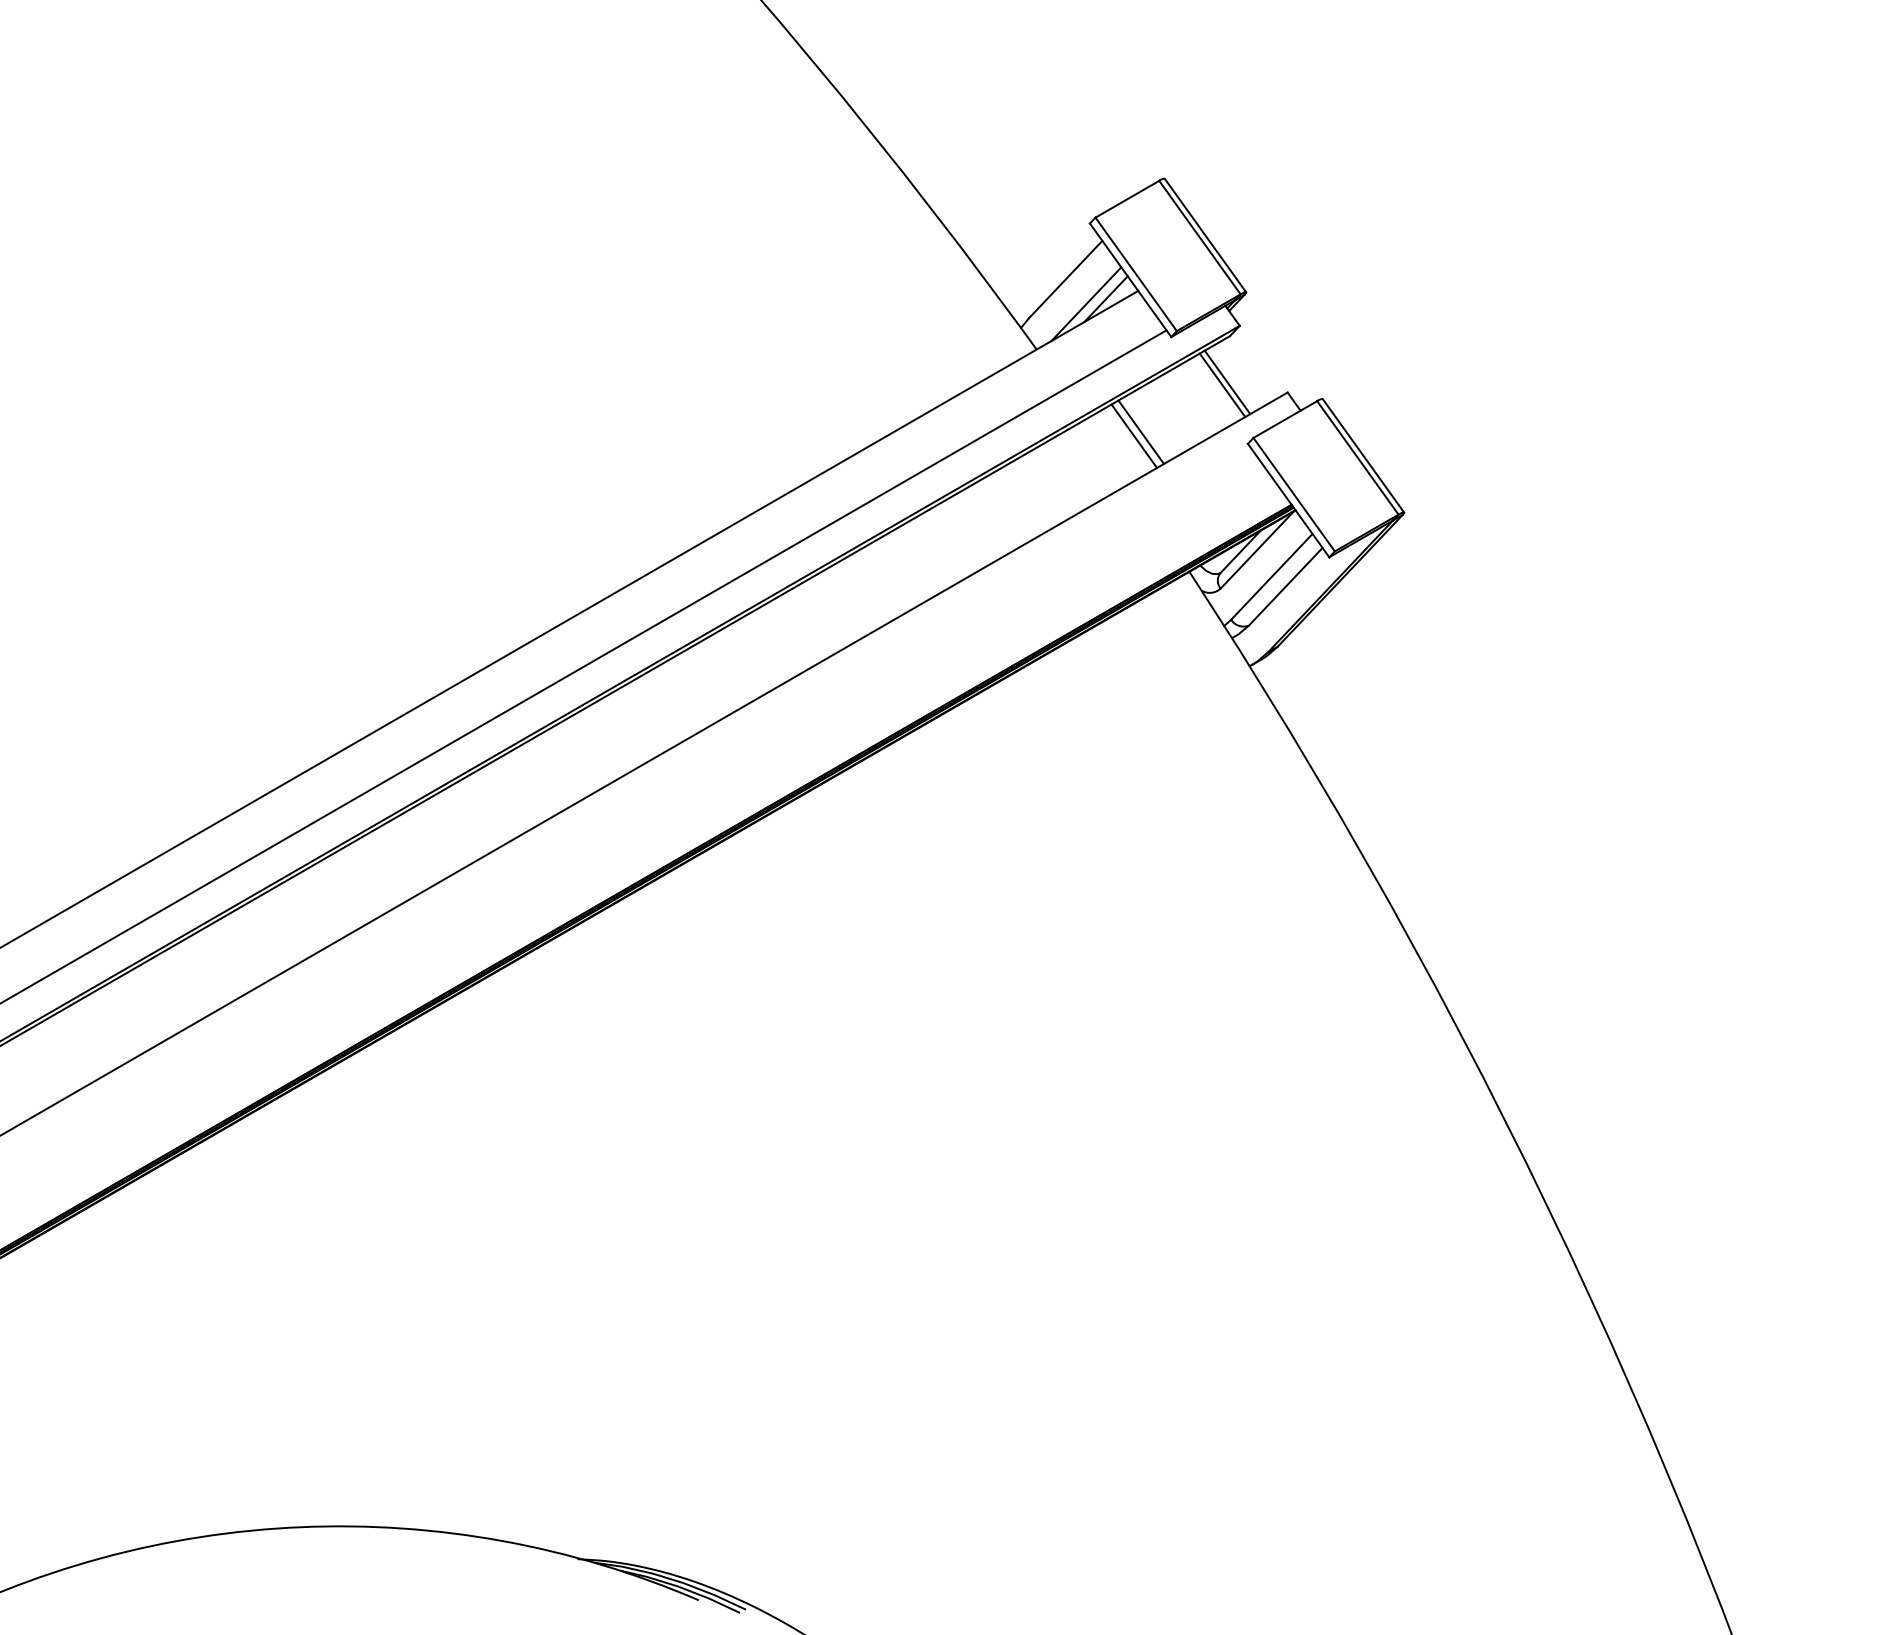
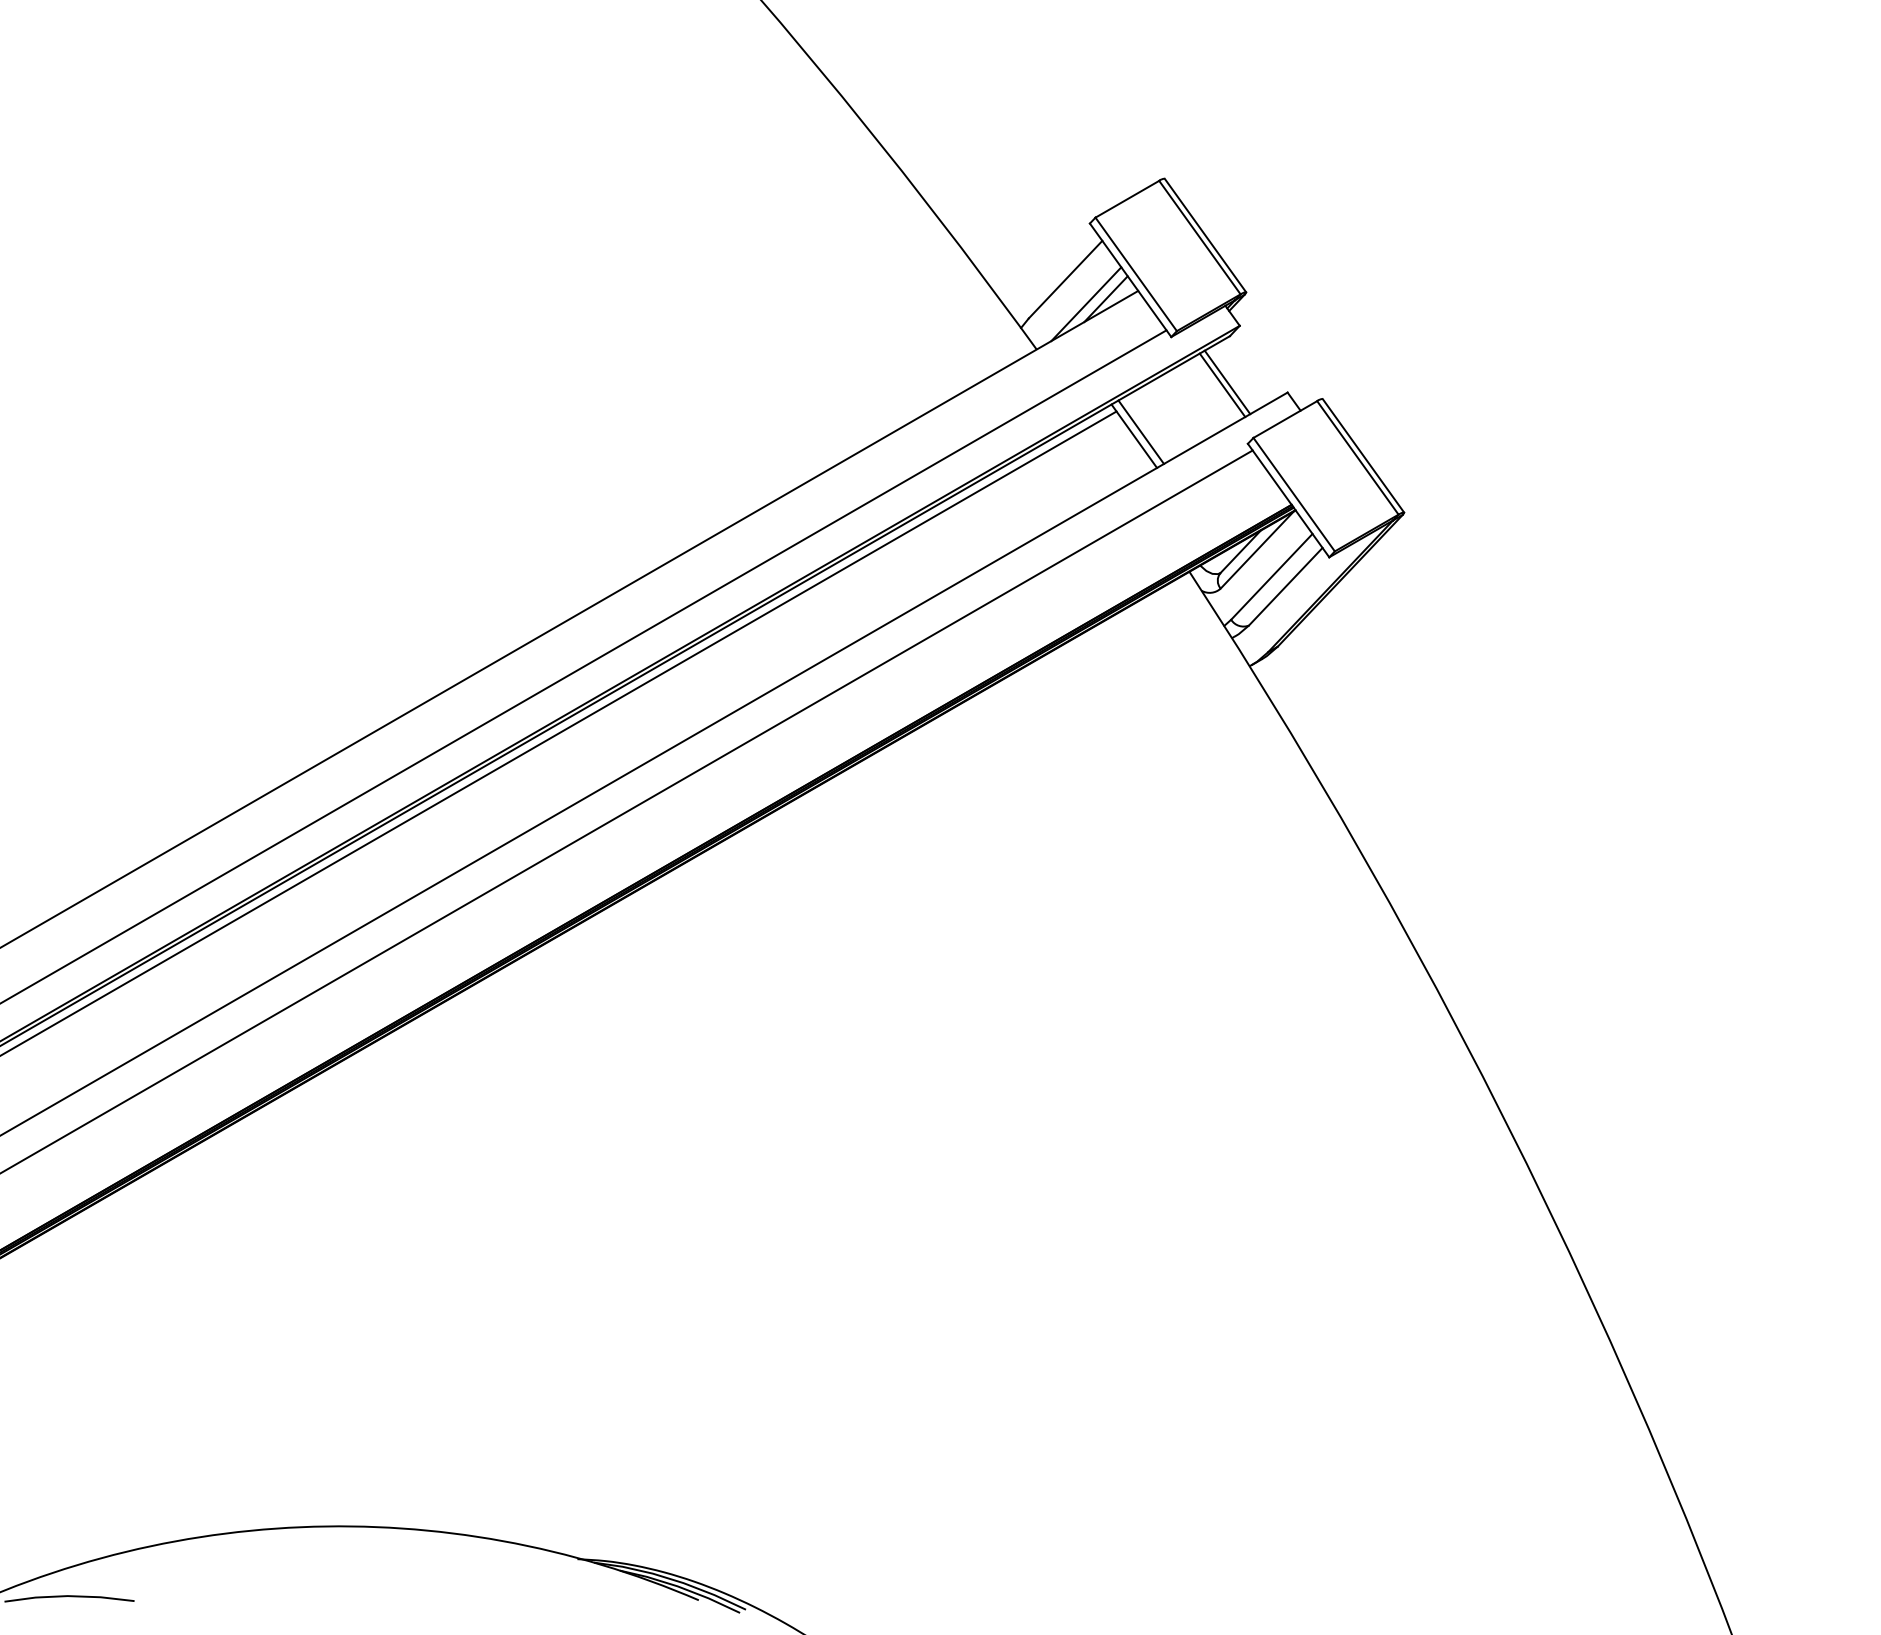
line at (559, 732): none -> present
line at (627, 811): none -> present
line at (70, 1597): none -> present
